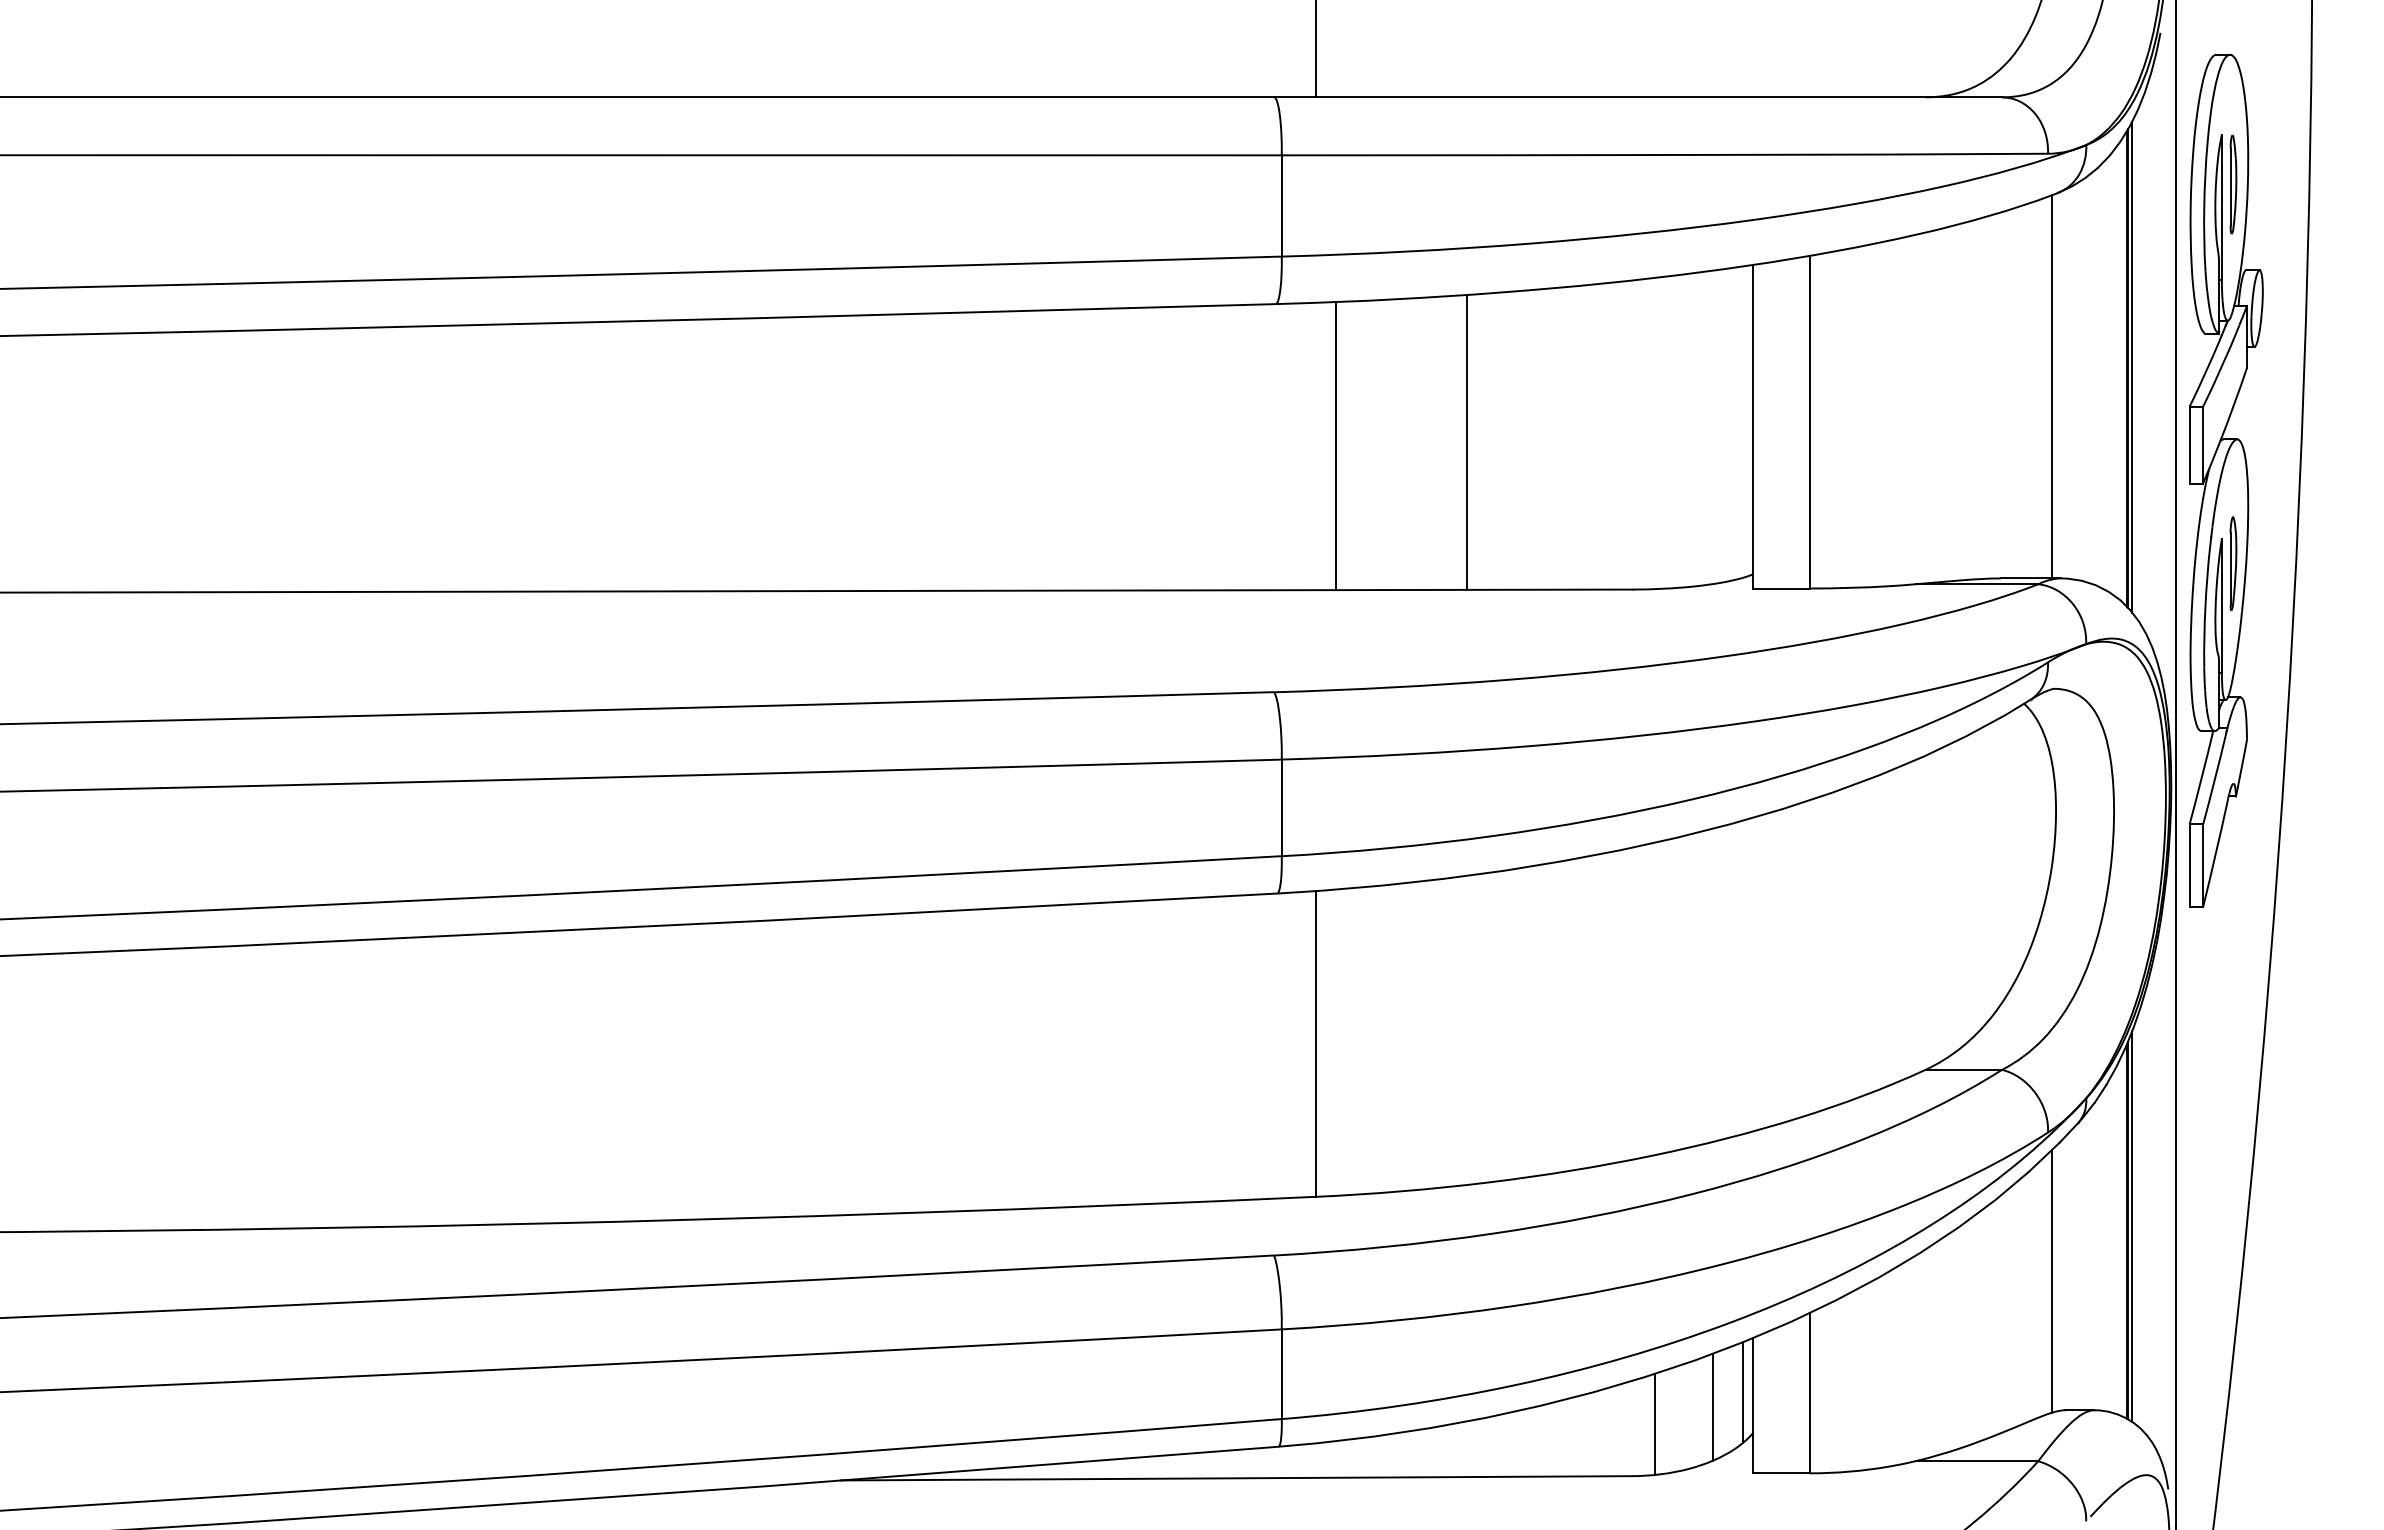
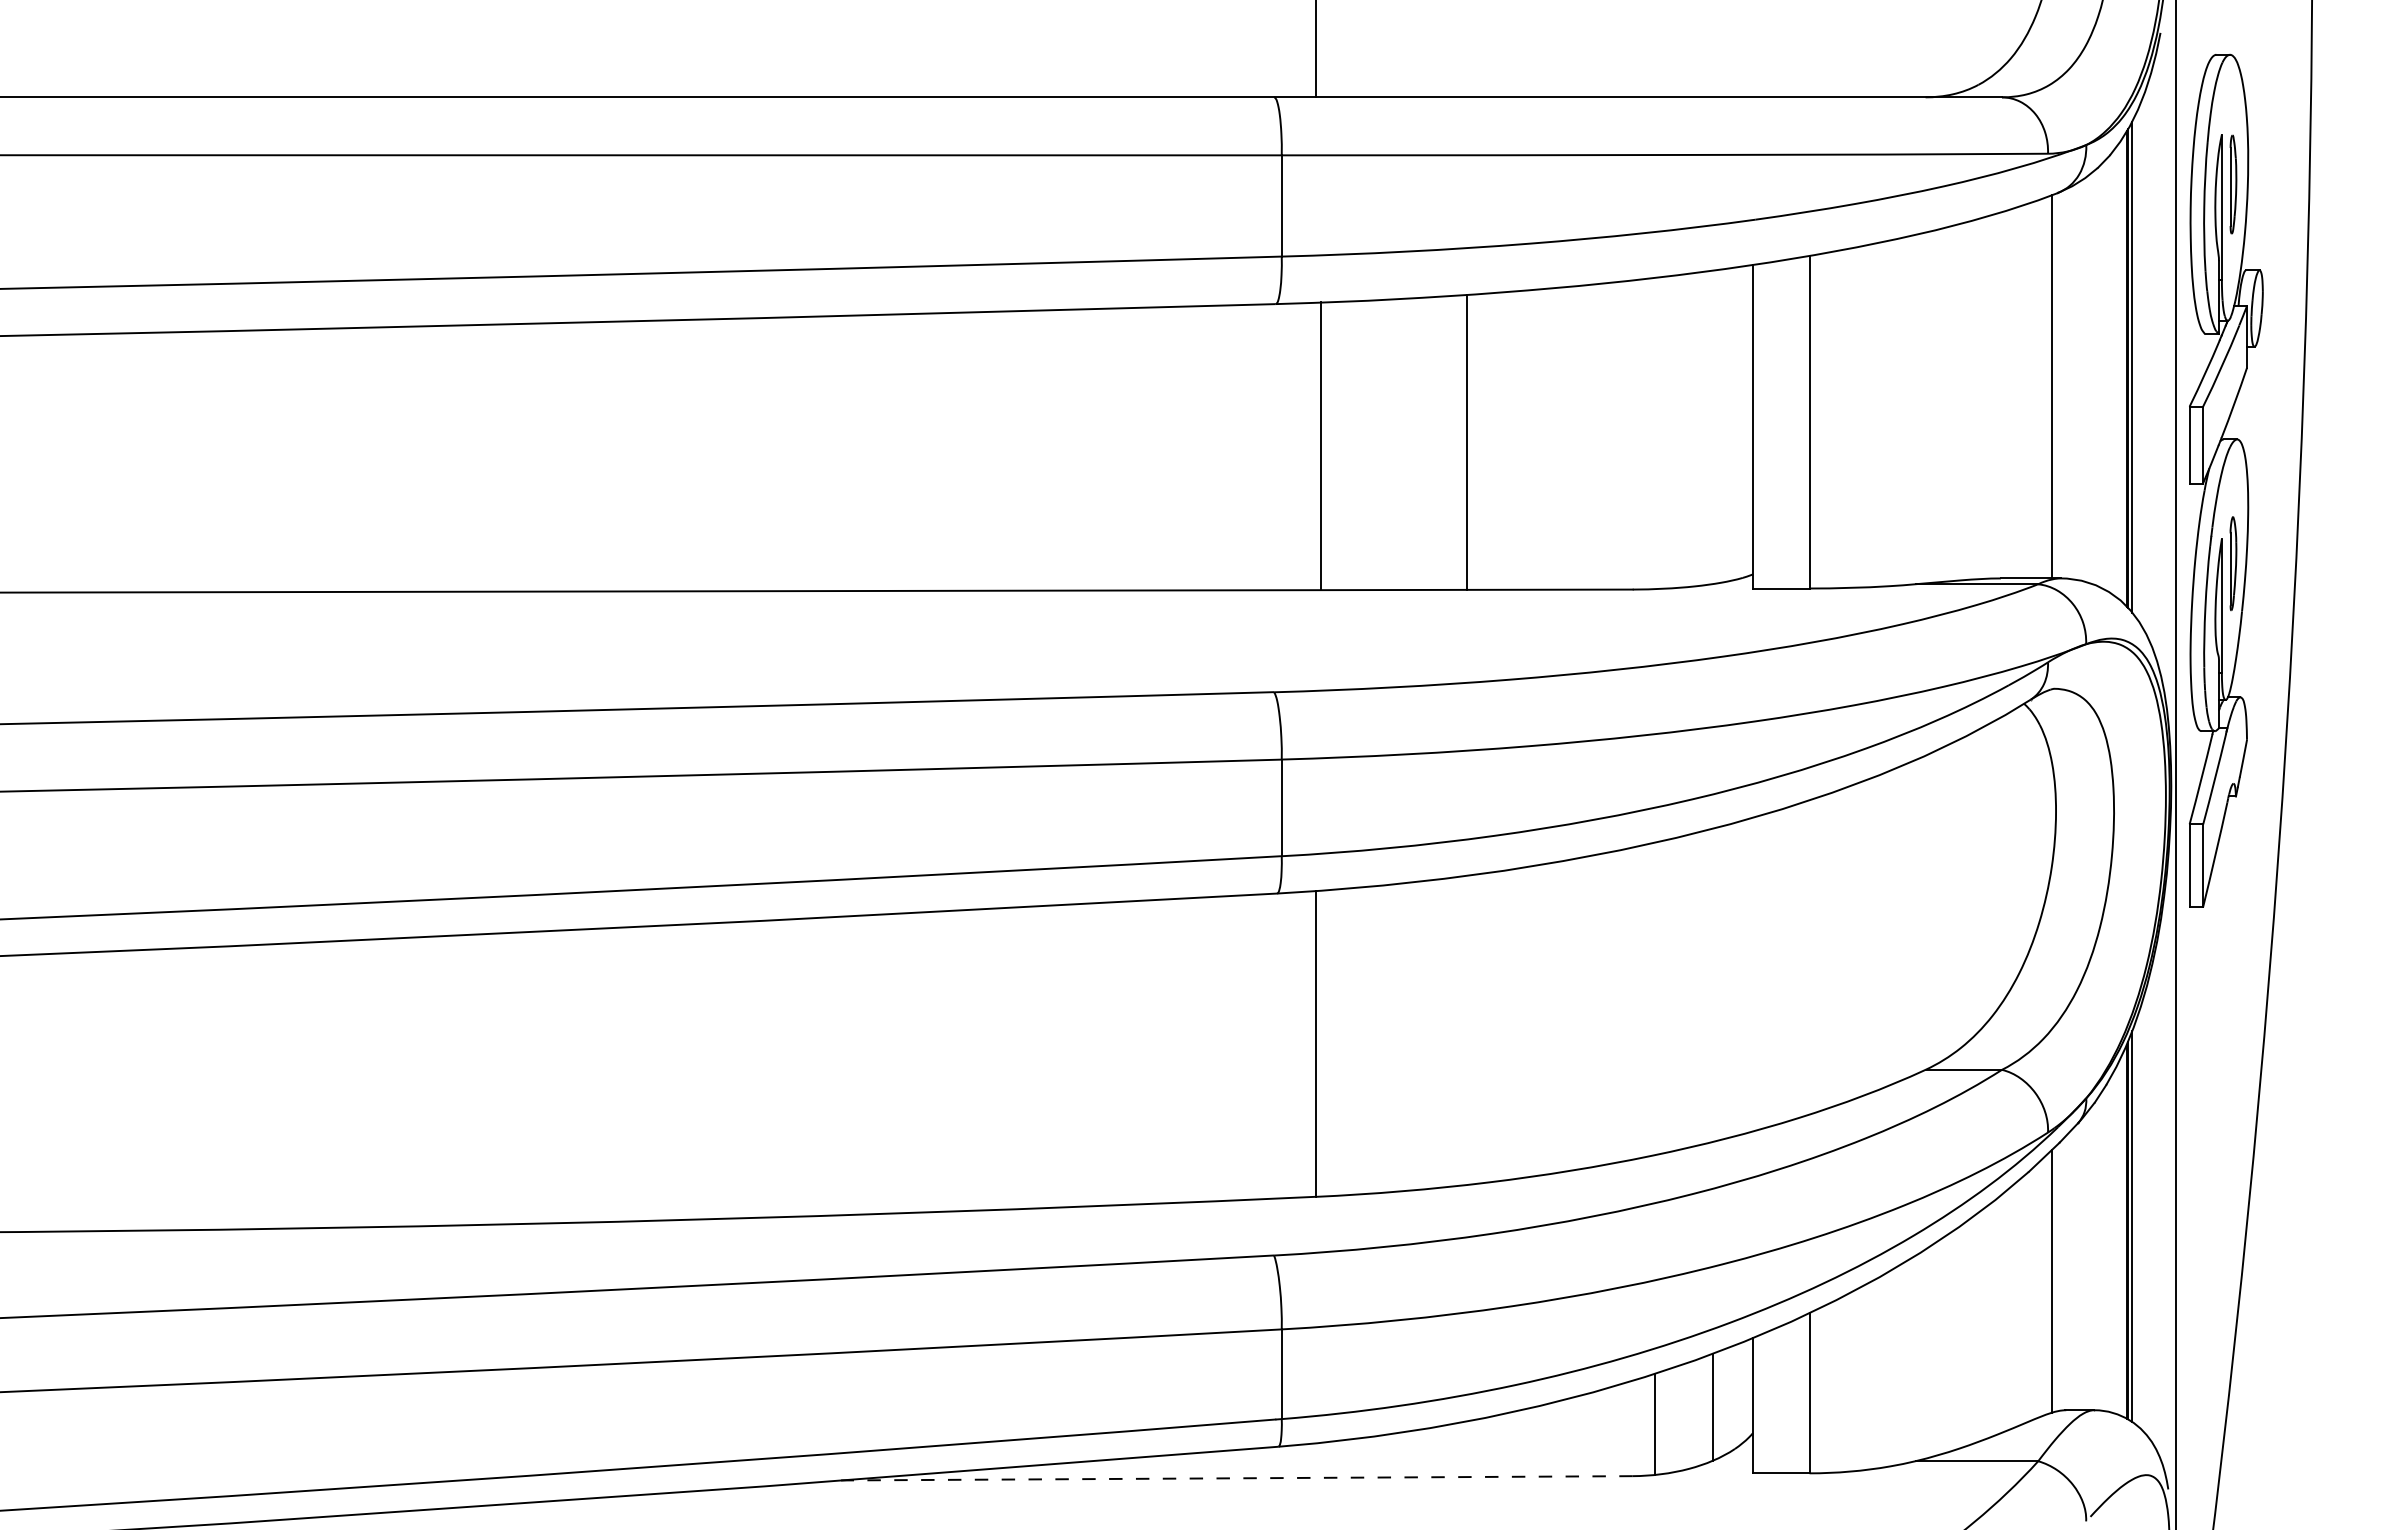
line at (1335, 446) position: (1335, 446) -> (1320, 446)
line at (1742, 1392): present -> none
line at (1236, 1478): solid -> dashed
